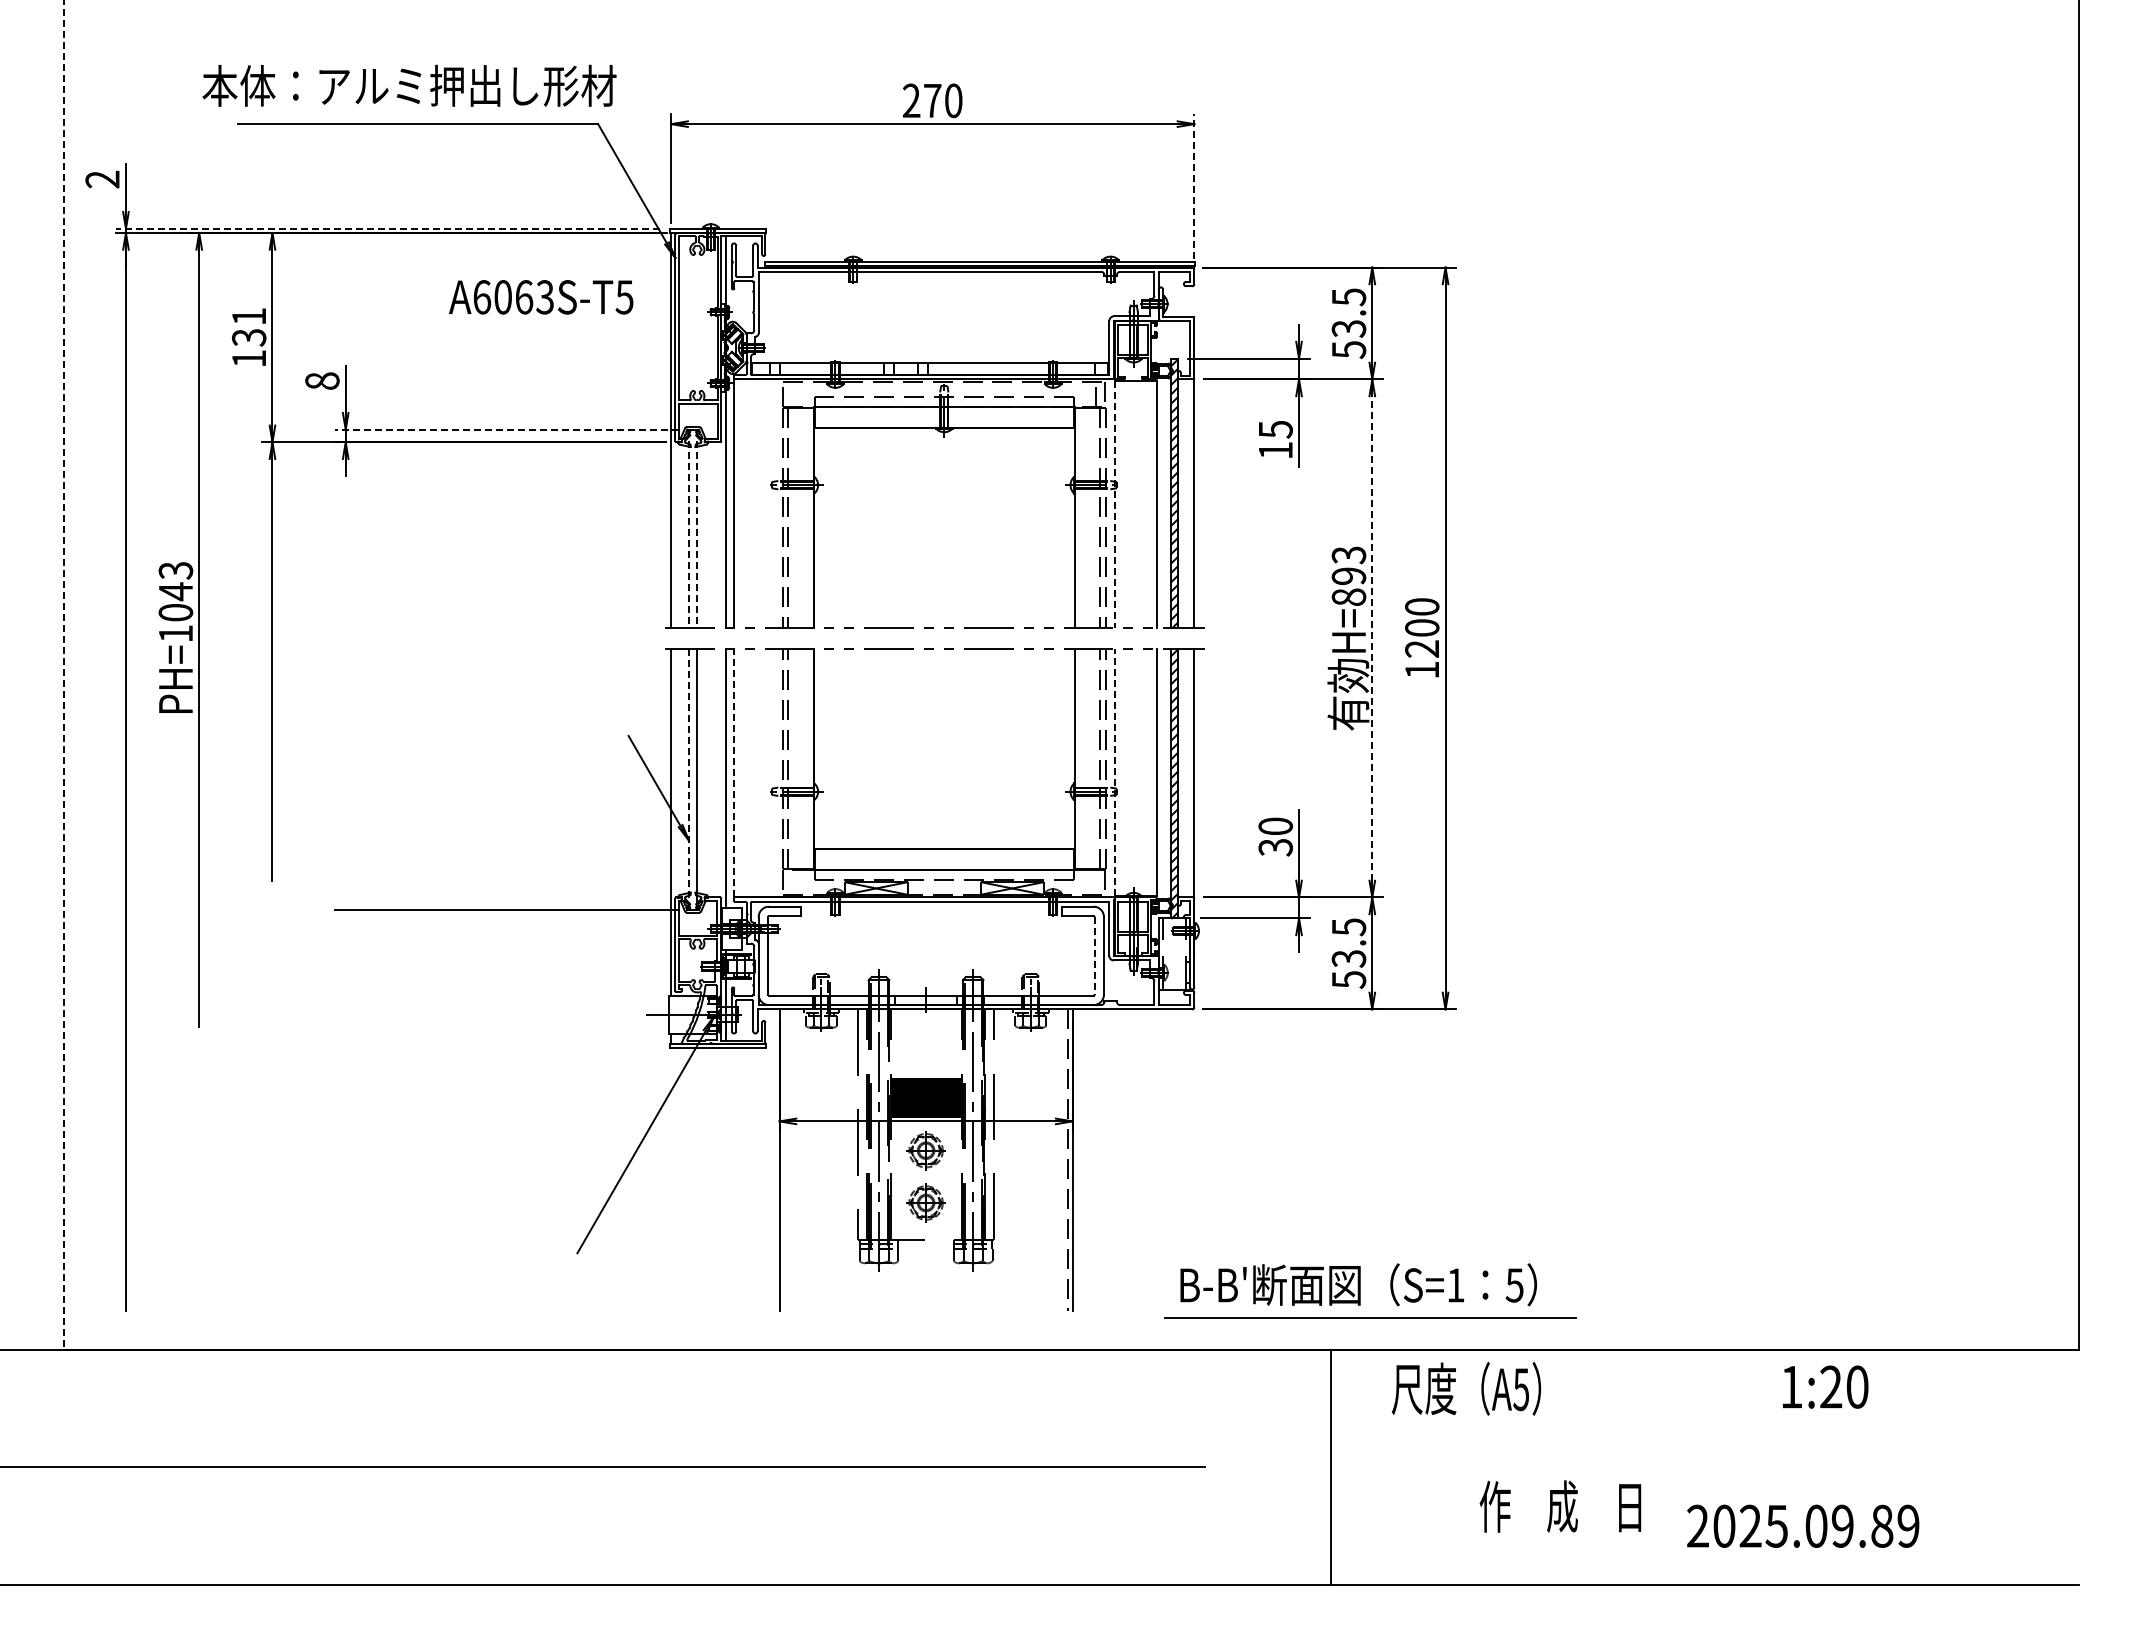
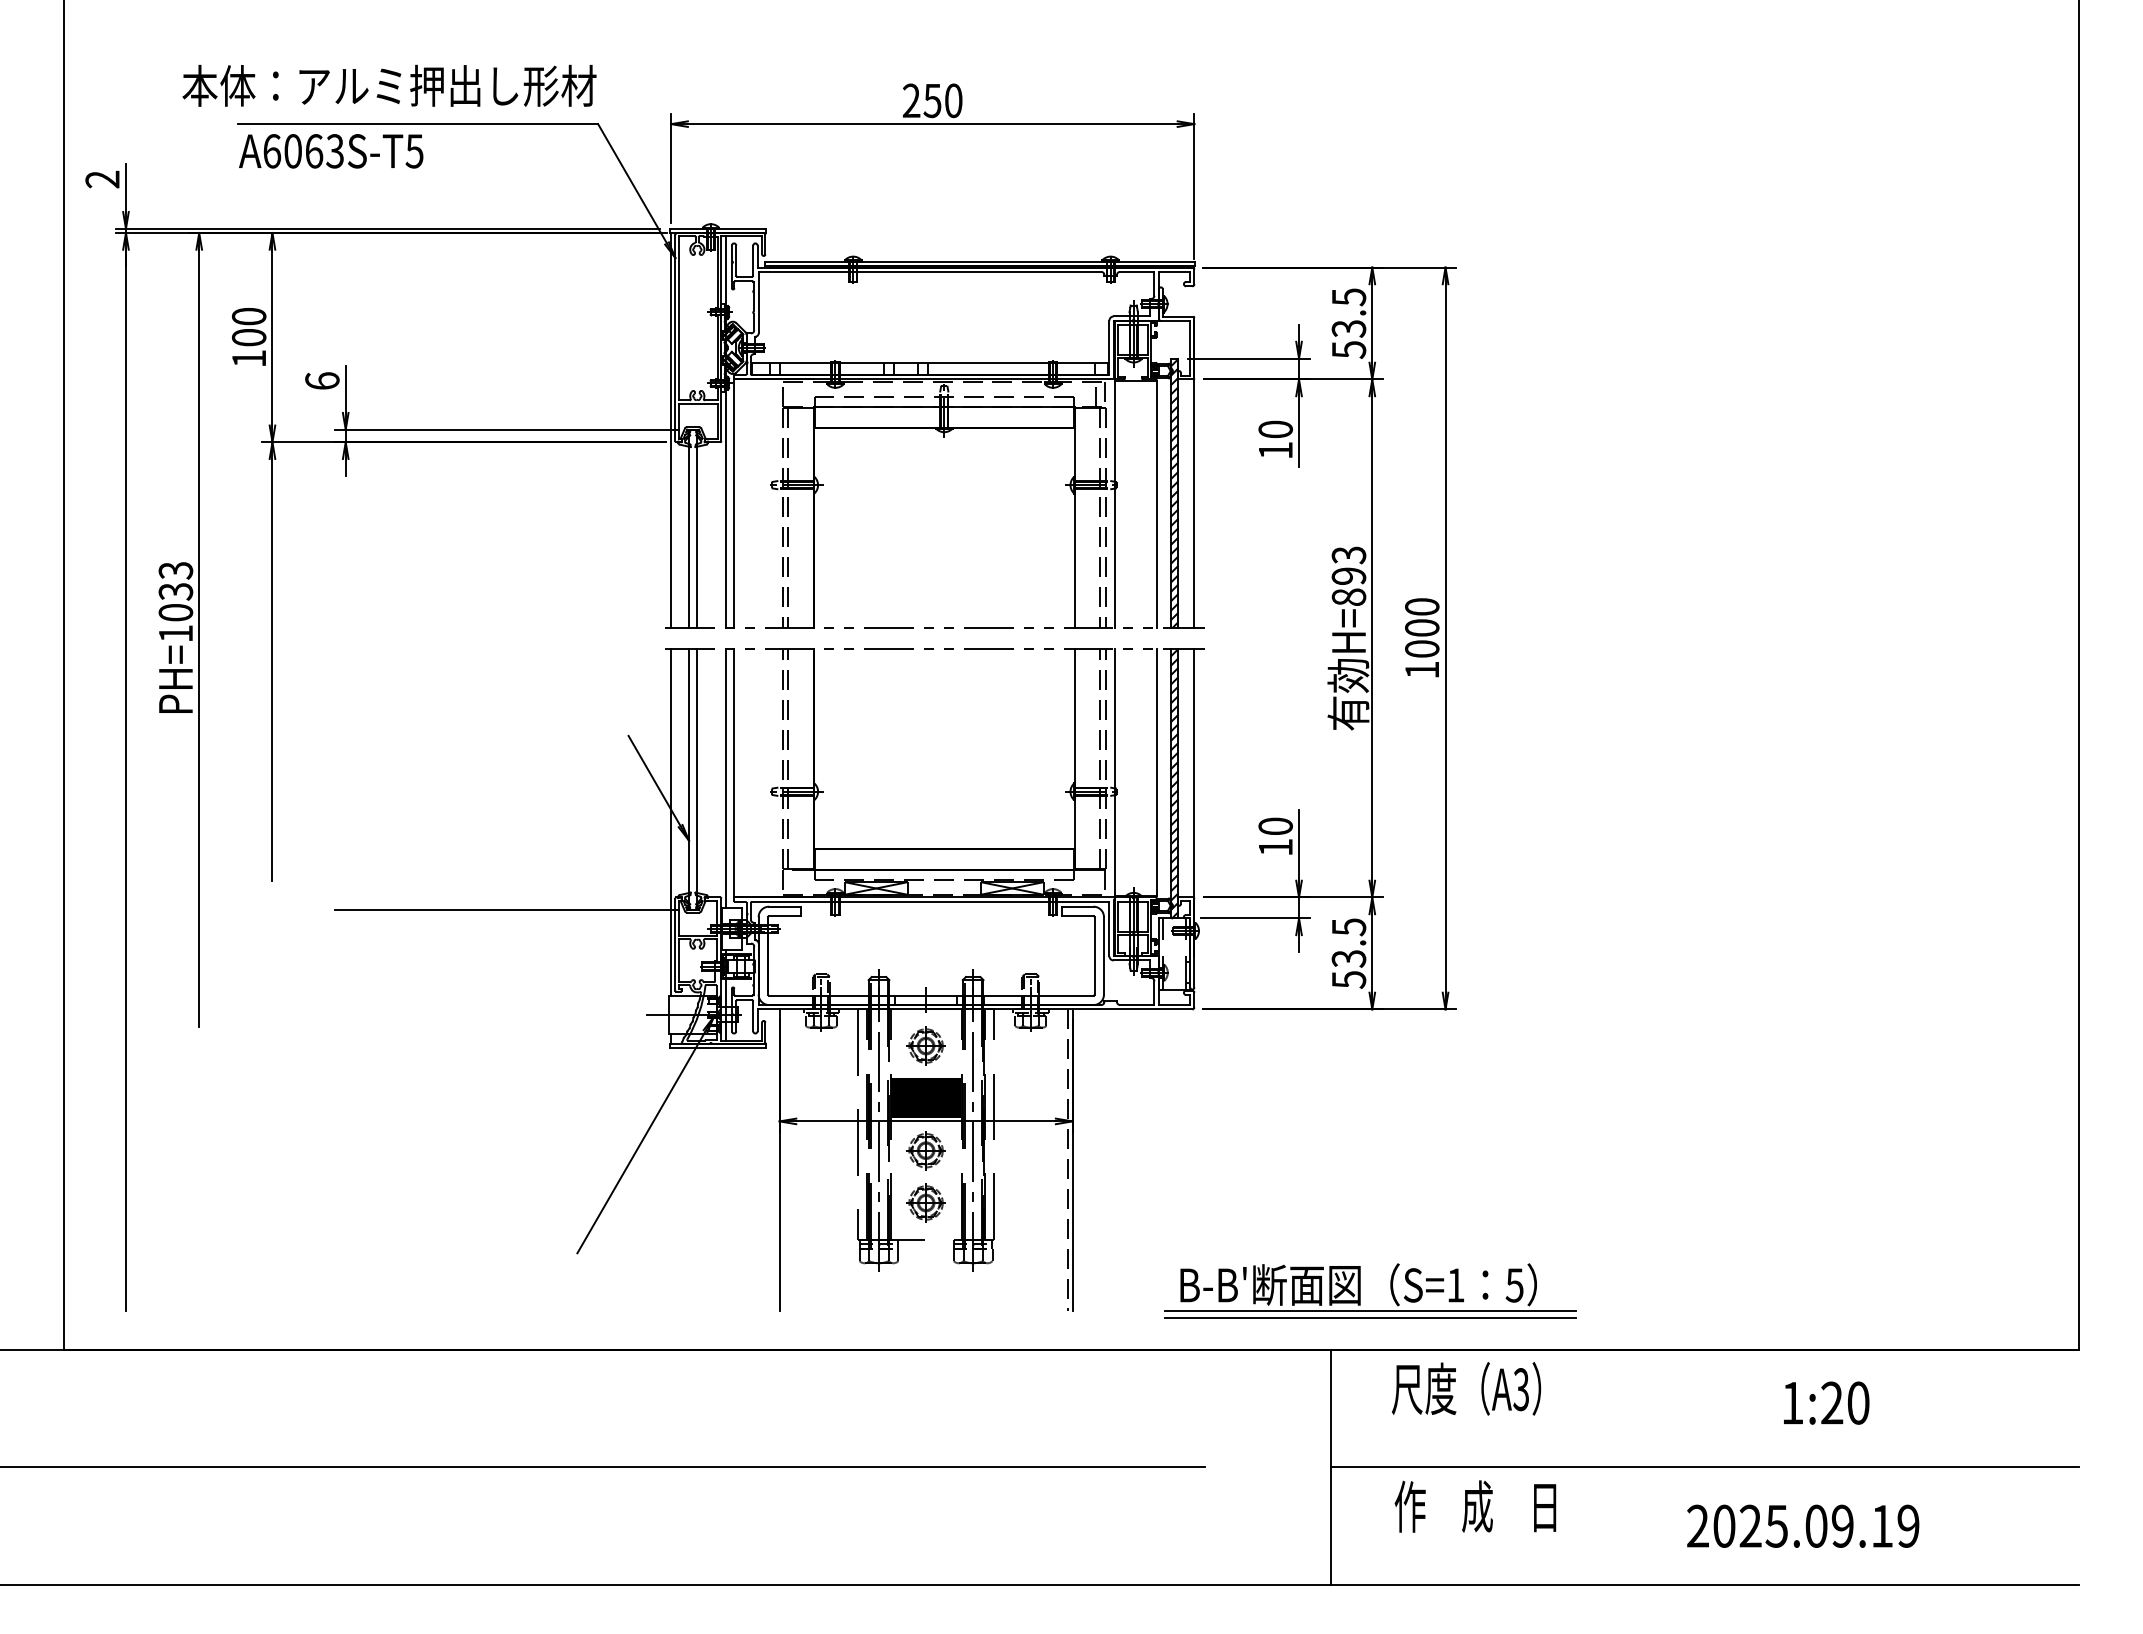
text at (409, 85) position: (409, 85) -> (389, 85)
text at (932, 101): 270 -> 250
line at (1194, 186): dashed -> solid
line at (387, 228): dashed -> solid
text at (541, 297) position: (541, 297) -> (331, 151)
text at (248, 327): 131 -> 100
text at (322, 380): 8 -> 6
line at (506, 429): dashed -> solid
text at (1275, 429): 15 -> 10
line at (1114, 504): dashed -> solid
line at (688, 529): dashed -> solid
line at (697, 529): dashed -> solid
text at (175, 591): PH=1043 -> PH=1033
line at (1372, 637): dashed -> solid
text at (1422, 648): 1200 -> 1000
line at (64, 674): dashed -> solid
line at (733, 772): dashed -> solid
line at (1114, 772): dashed -> solid
line at (688, 779): dashed -> solid
text at (1275, 847): 30 -> 10
line at (1094, 955): dashed -> solid
part at (925, 1045): none -> present
line at (1370, 1310): none -> present
text at (1825, 1386) position: (1825, 1386) -> (1826, 1402)
text at (1520, 1389): A5 -> A3
line at (1704, 1467): none -> present
text at (1560, 1506) position: (1560, 1506) -> (1475, 1506)
text at (1882, 1525): 2025.09.89 -> 2025.09.19
